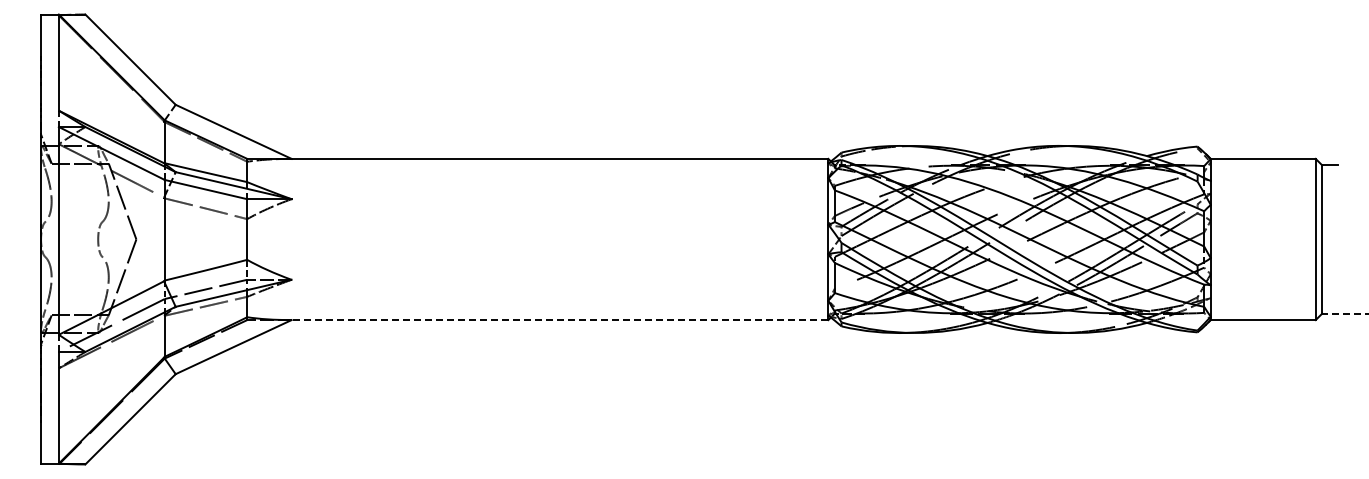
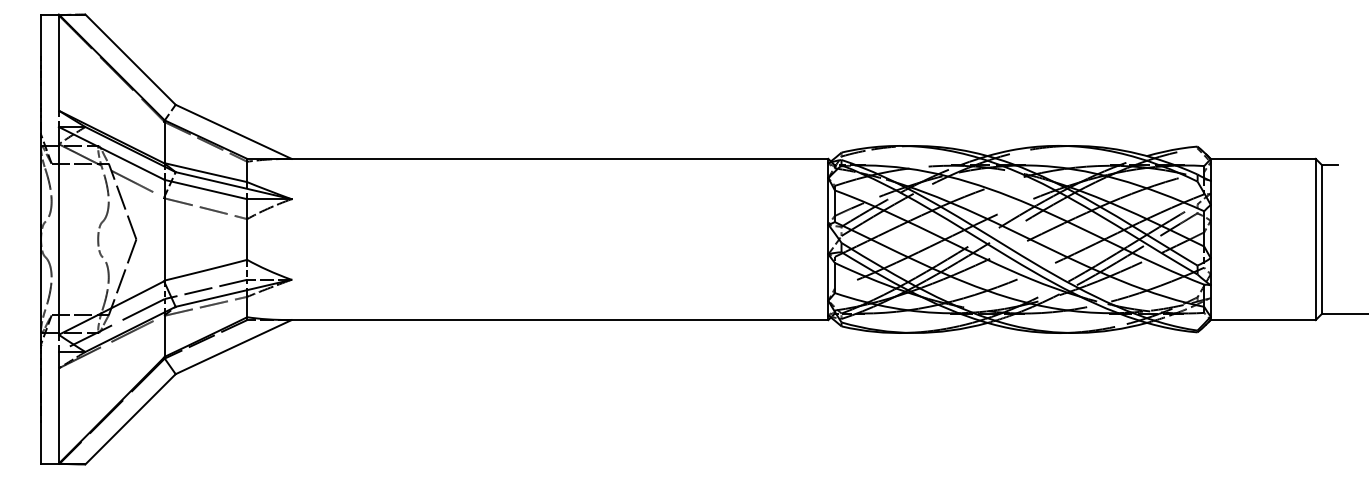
line at (1344, 313): dashed -> solid
line at (559, 320): dashed -> solid
